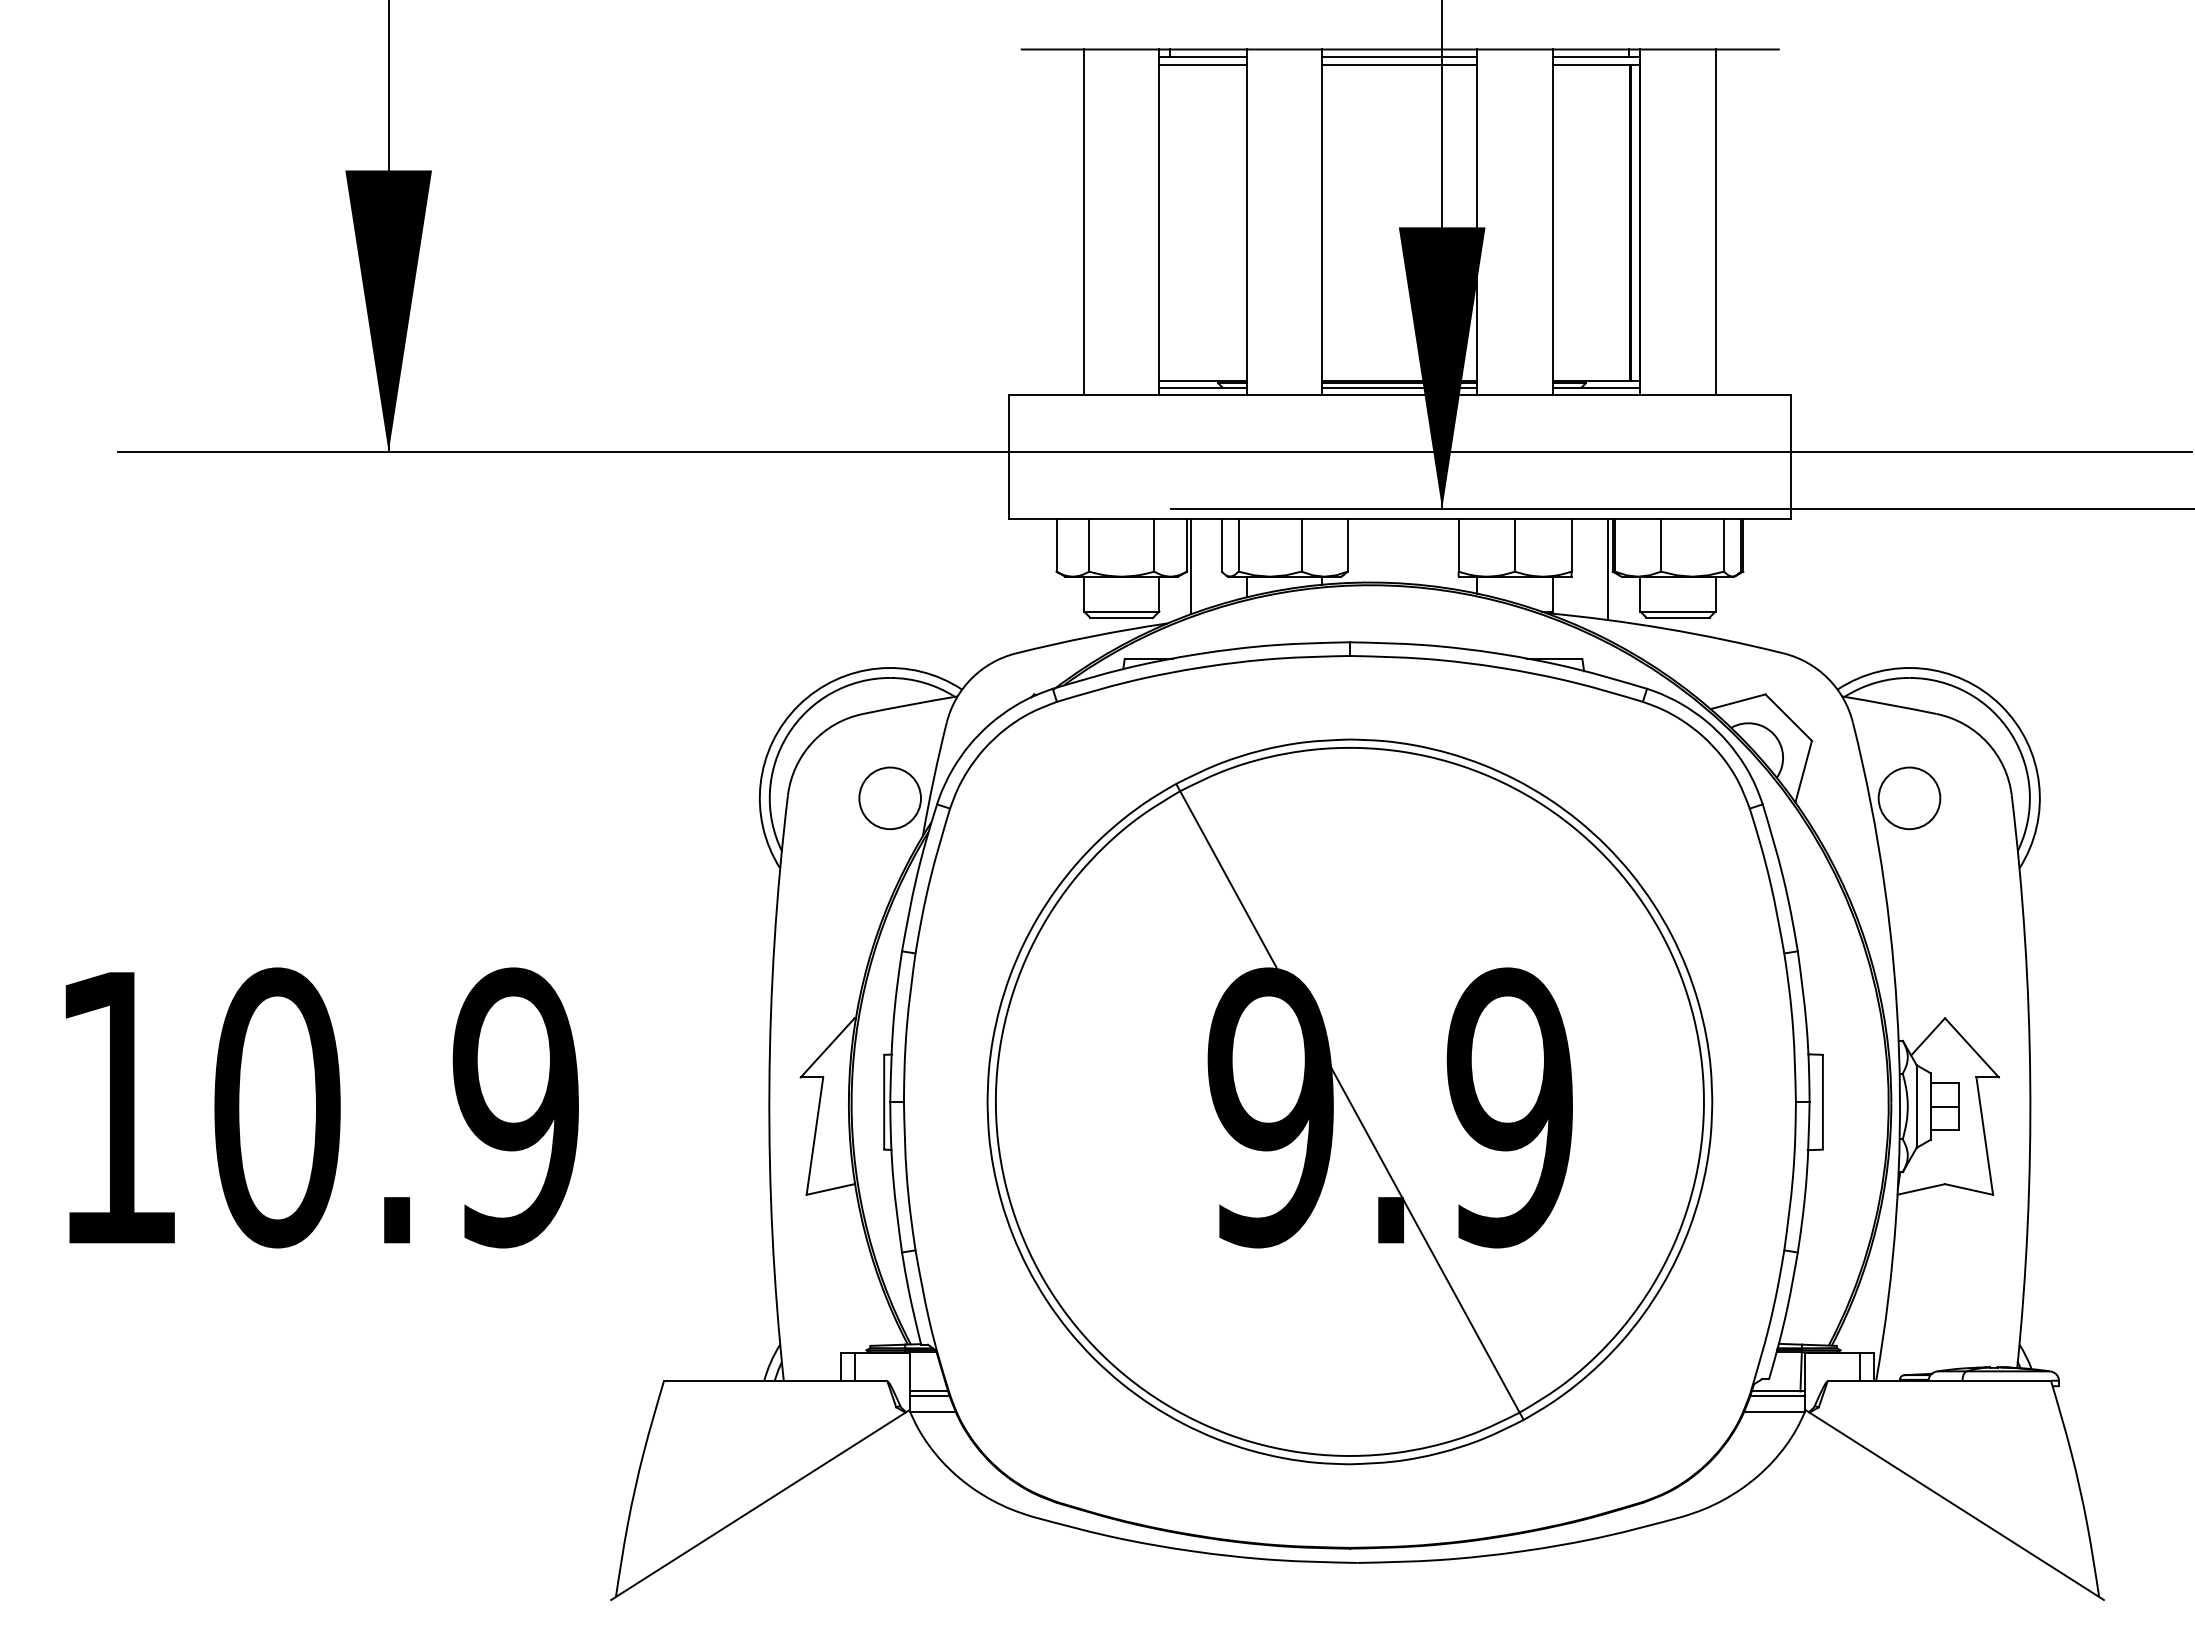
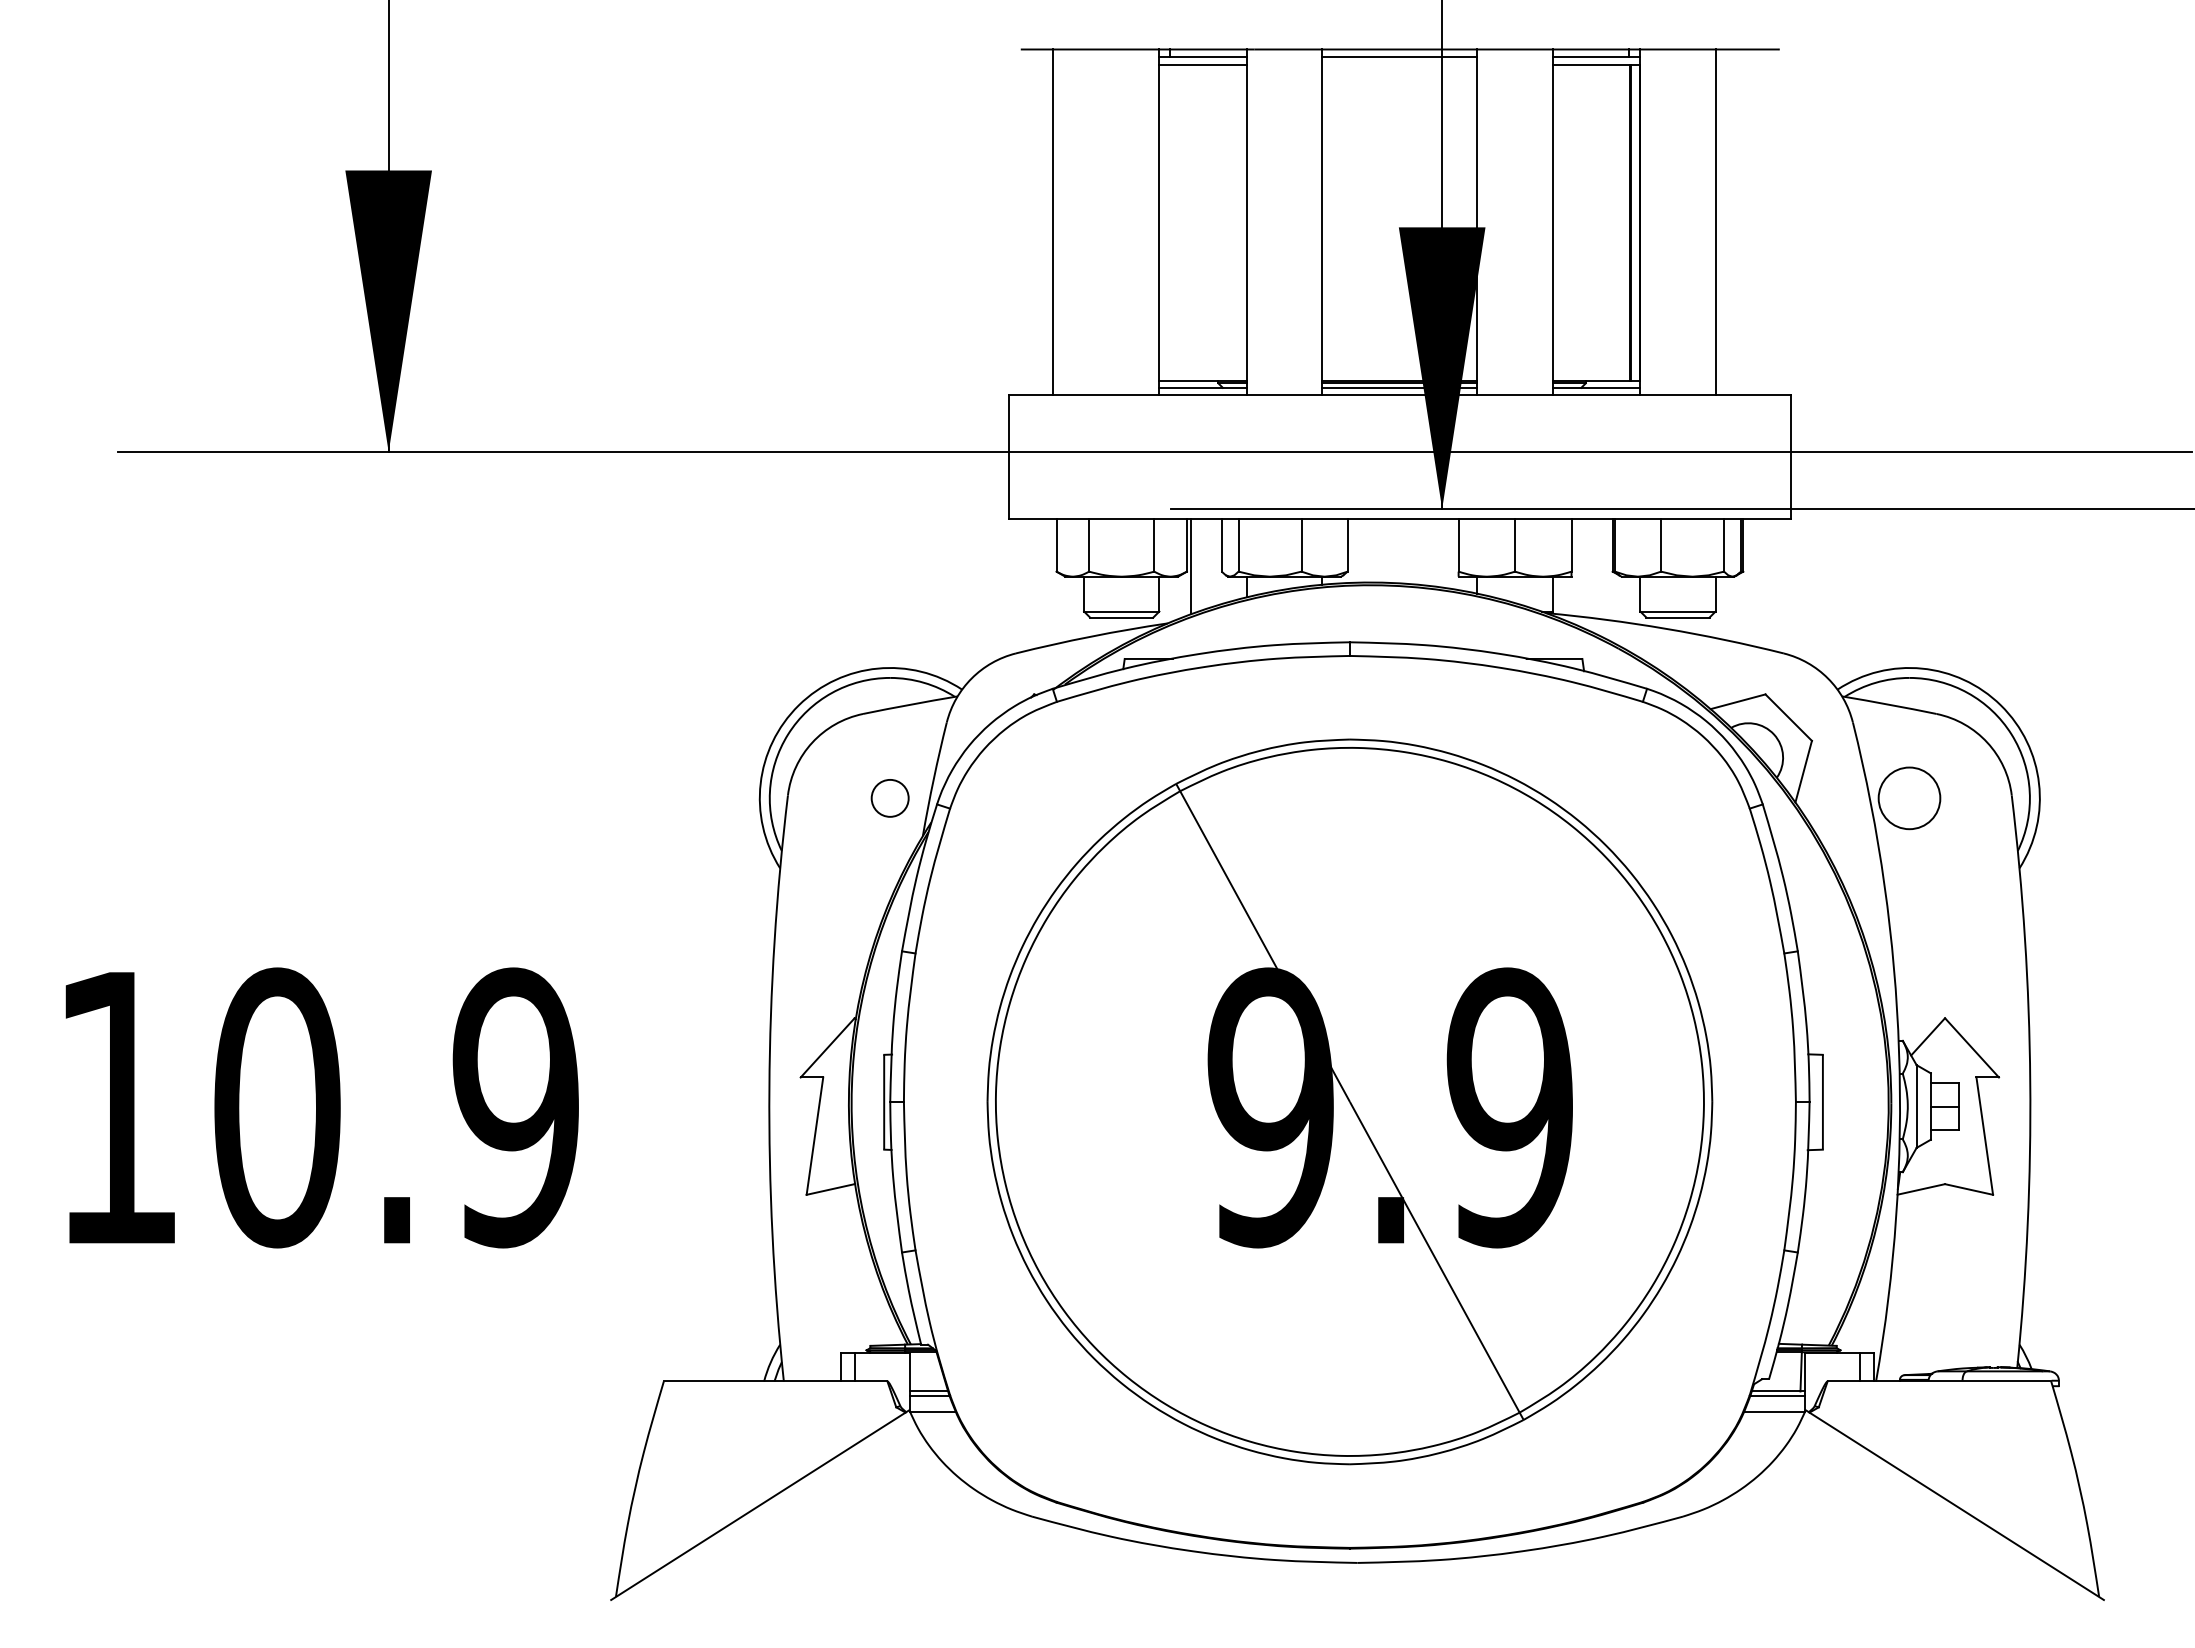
line at (1399, 64): present -> none
line at (1084, 222) position: (1084, 222) -> (1053, 222)
line at (1608, 569): present -> none
circle at (890, 798) diameter: 62 px -> 37 px
